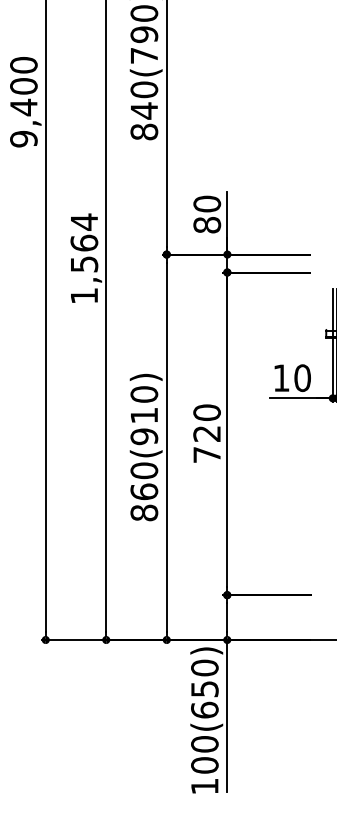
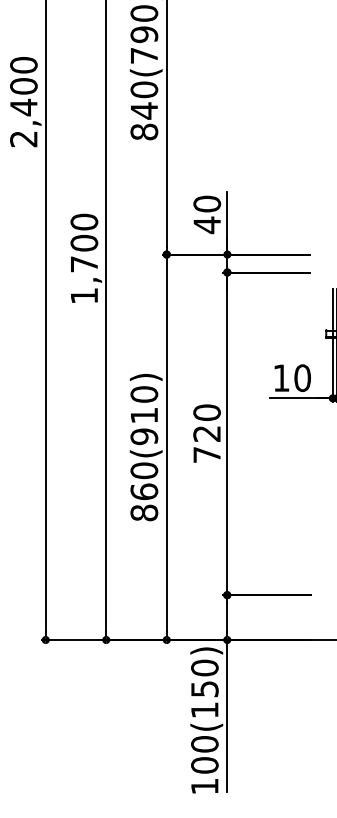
text at (23, 139): 9,400 -> 2,400
text at (207, 225): 80 -> 40
text at (84, 242): 1,564 -> 1,700
text at (204, 709): 100(650) -> 100(150)
